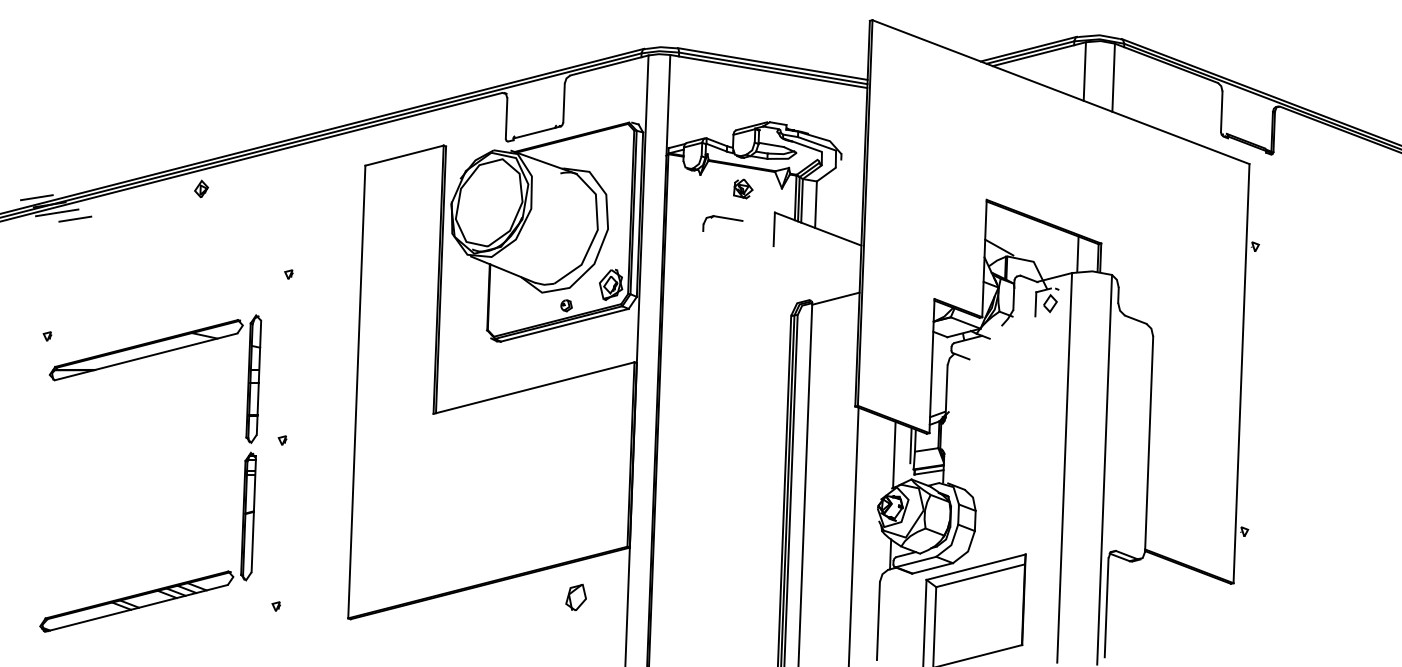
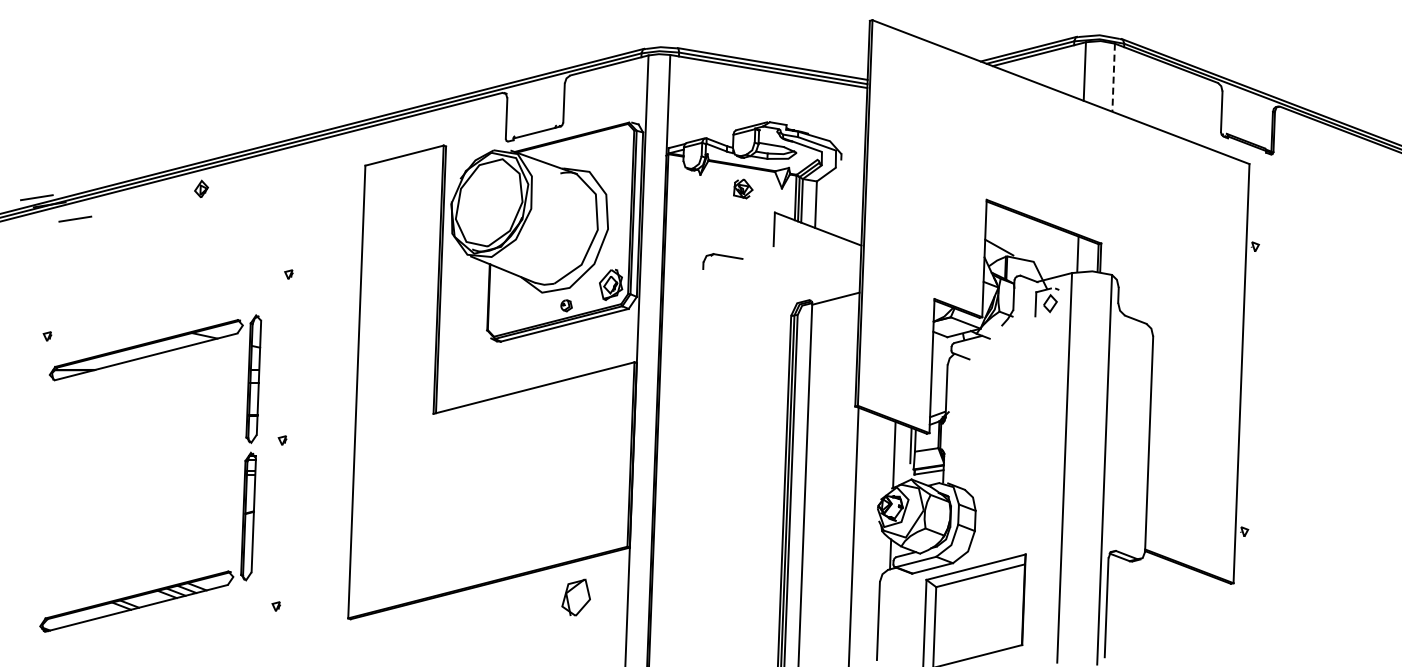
line at (1113, 78): solid -> dashed
line at (57, 212): present -> none
part at (722, 223) position: (722, 223) -> (722, 261)
part at (575, 597) size: 22x29 px -> 30x39 px
